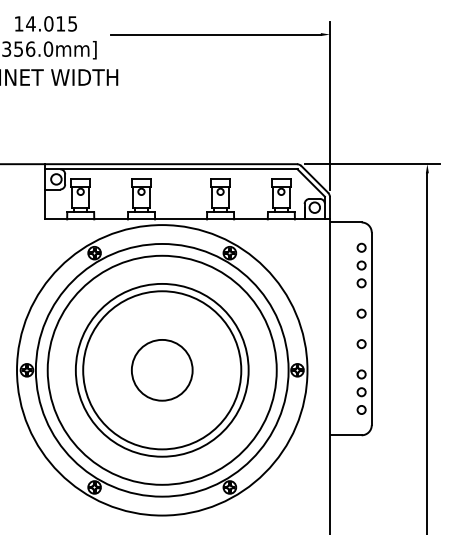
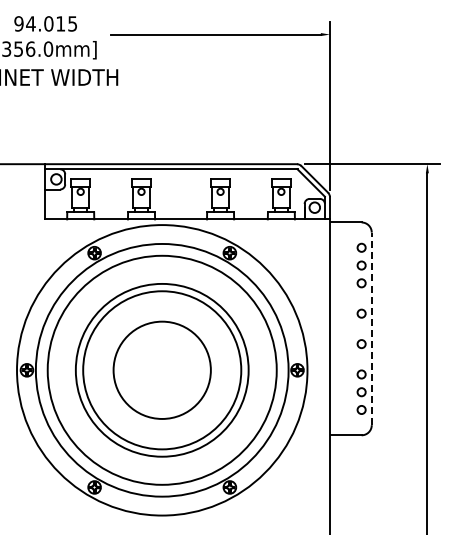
text at (18, 23): 14.015 -> 94.015
line at (371, 328): solid -> dashed
circle at (161, 369) diameter: 61 px -> 97 px
